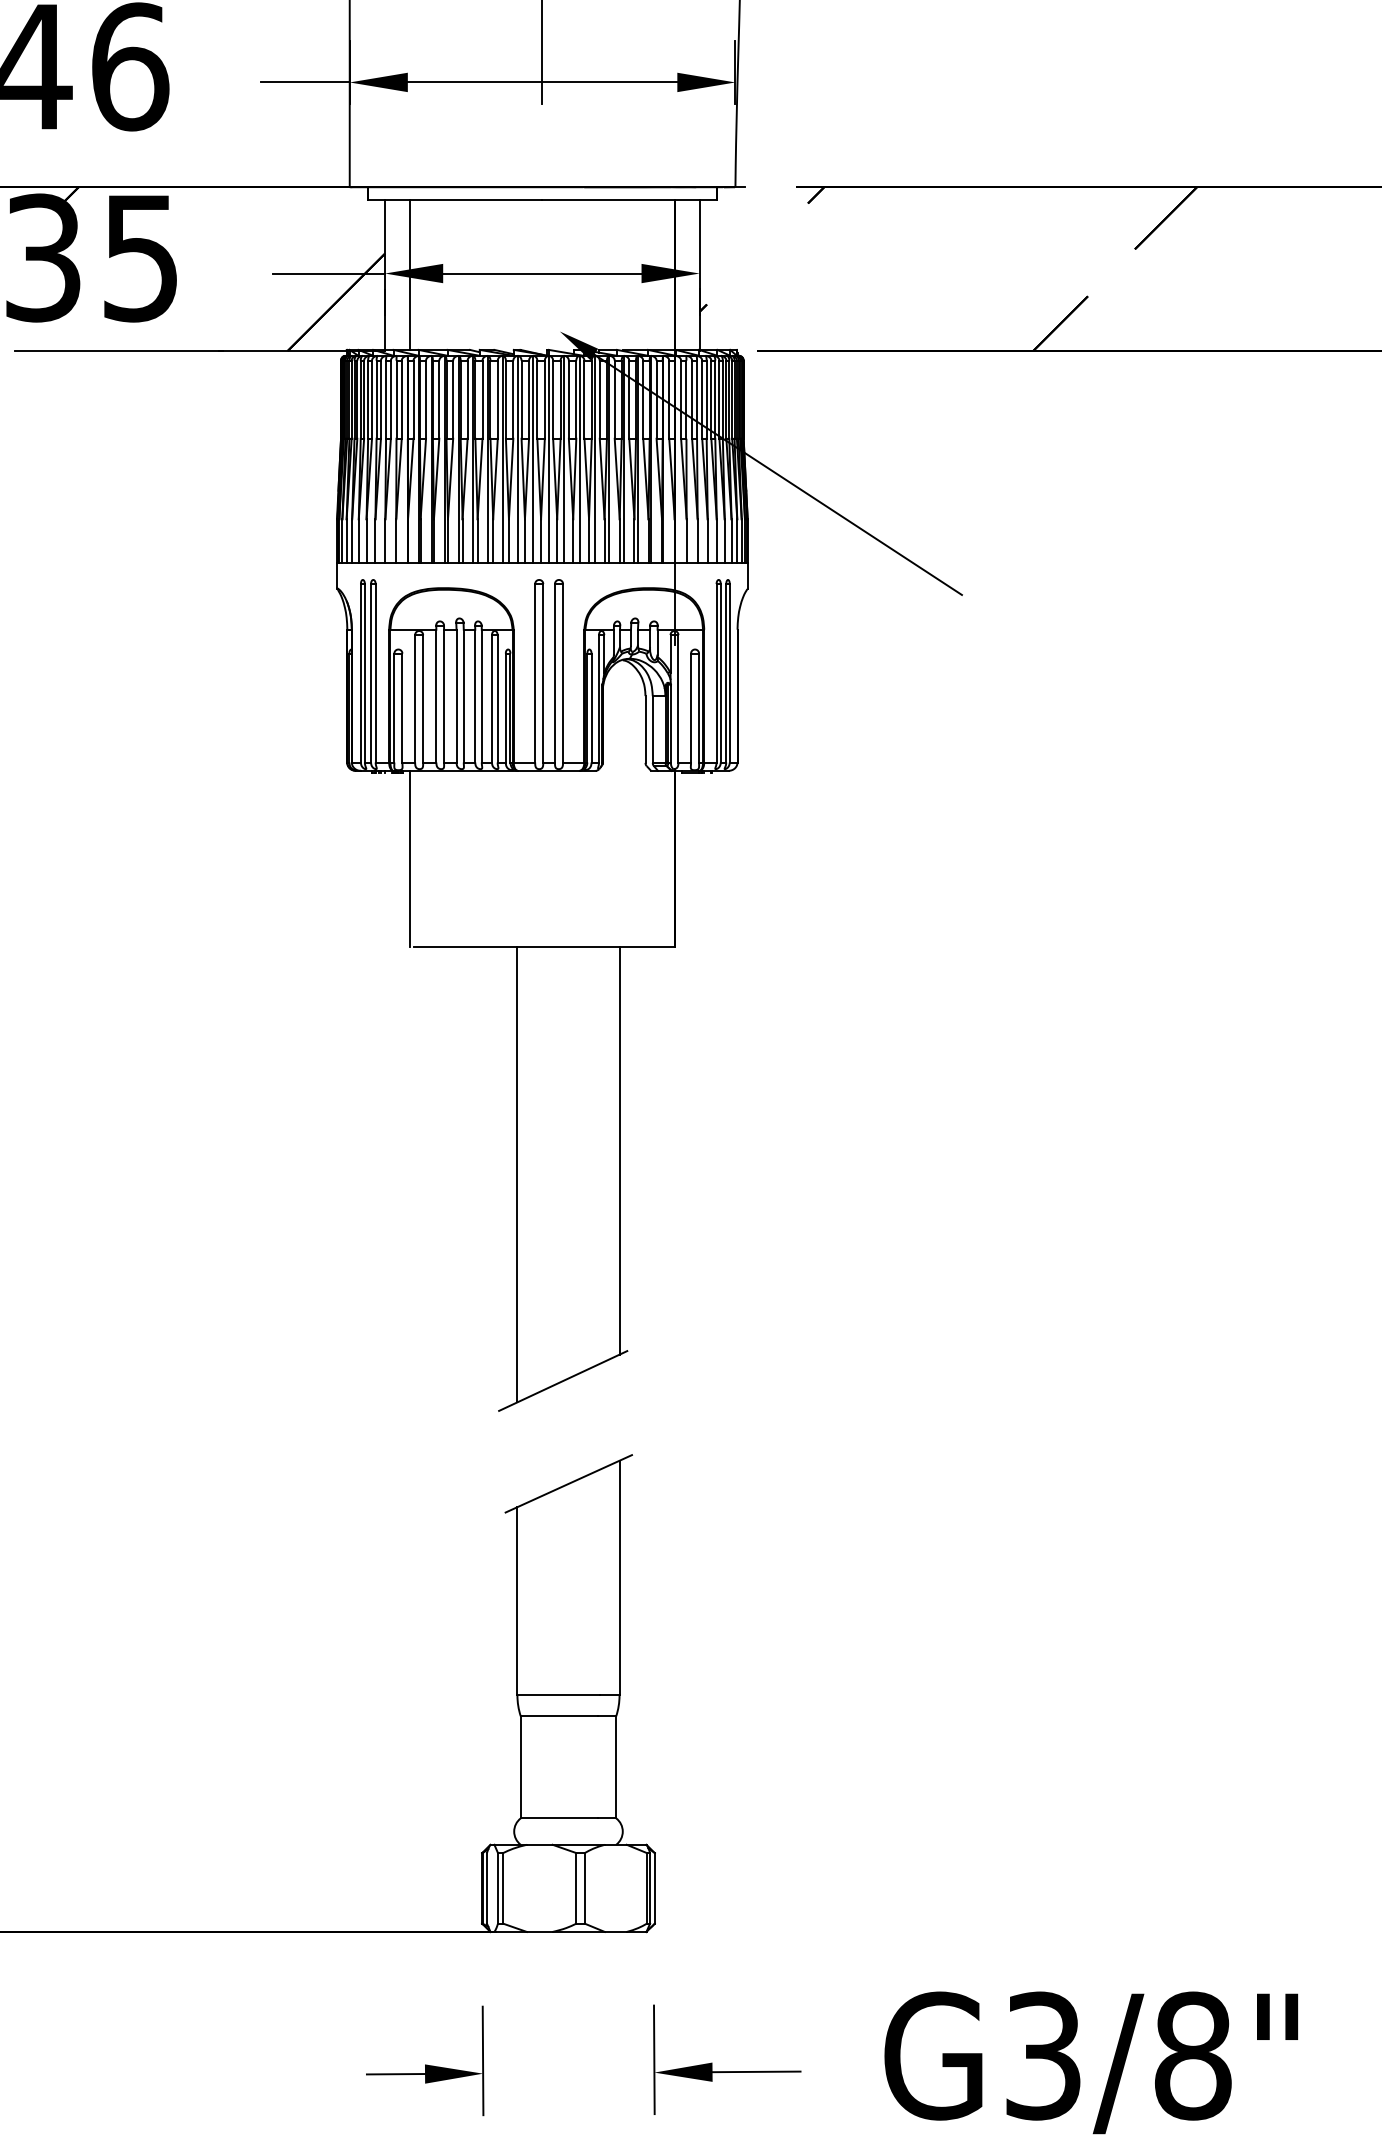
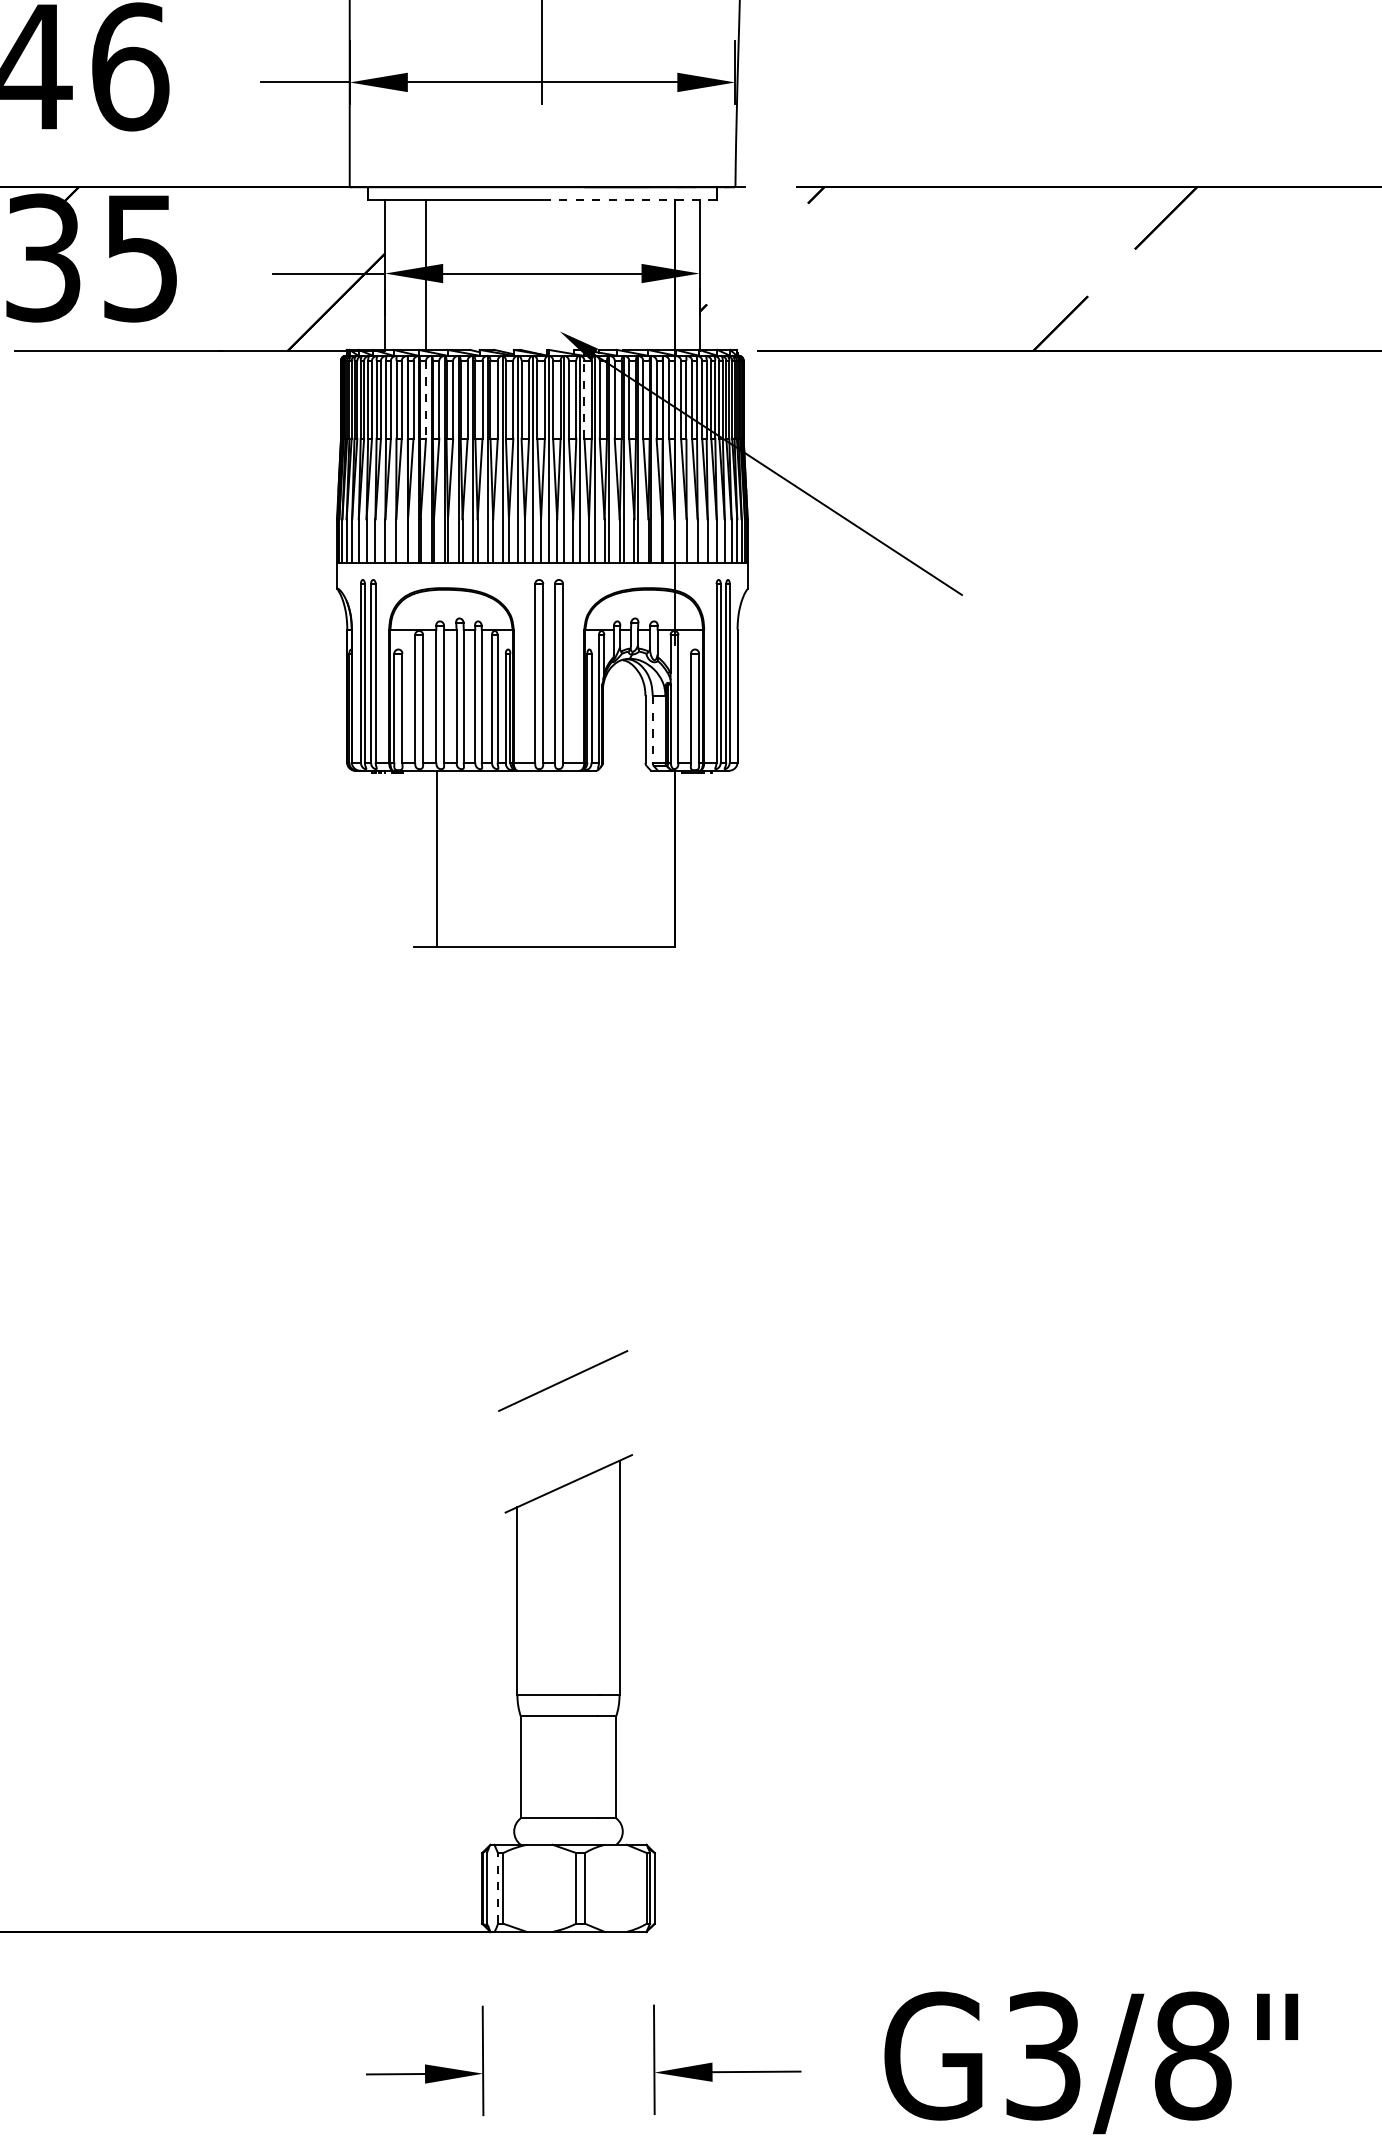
line at (630, 199): solid -> dashed
line at (409, 274) position: (409, 274) -> (425, 274)
line at (584, 399): solid -> dashed
line at (426, 400): solid -> dashed
line at (652, 729): solid -> dashed
line at (409, 858) position: (409, 858) -> (436, 858)
line at (619, 1150): present -> none
line at (517, 1174): present -> none
line at (498, 1887): solid -> dashed
